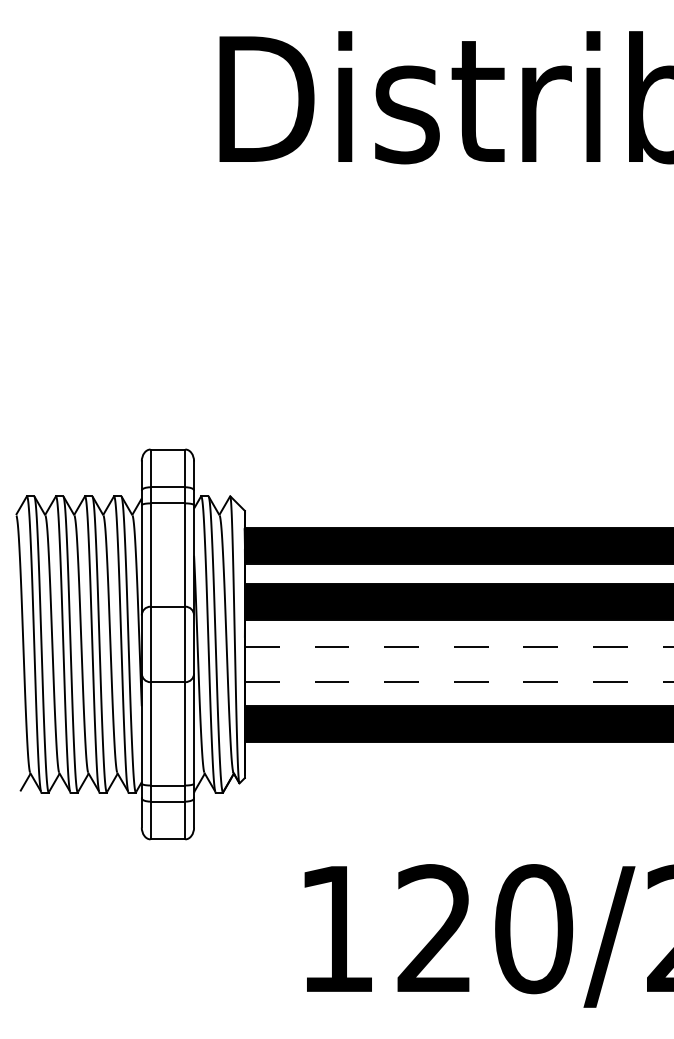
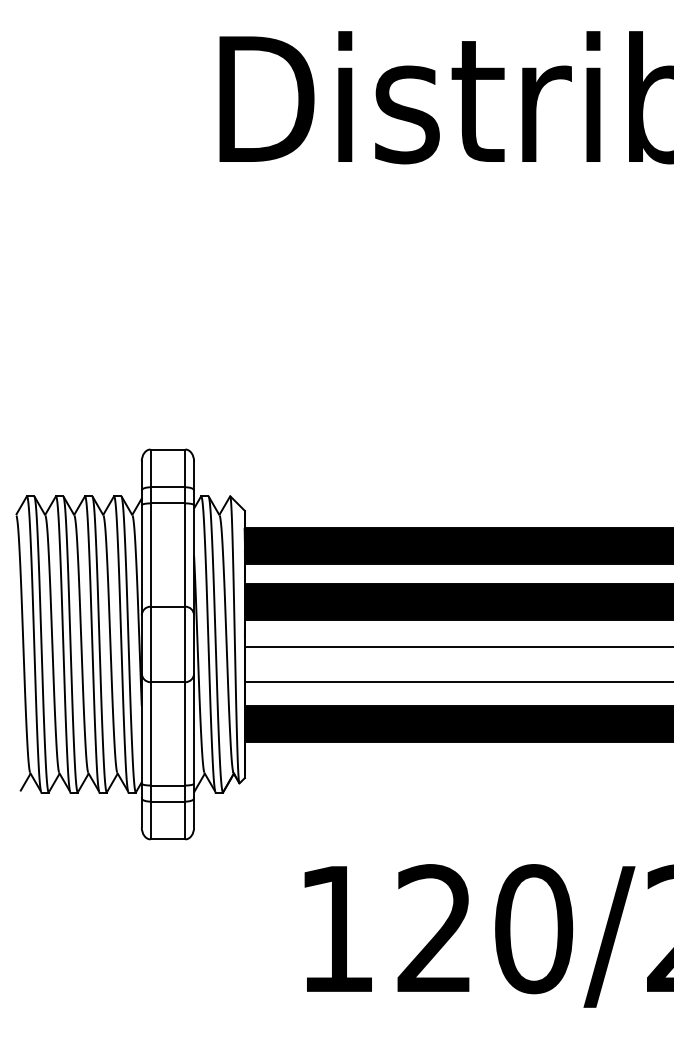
line at (459, 646): dashed -> solid
line at (459, 682): dashed -> solid
